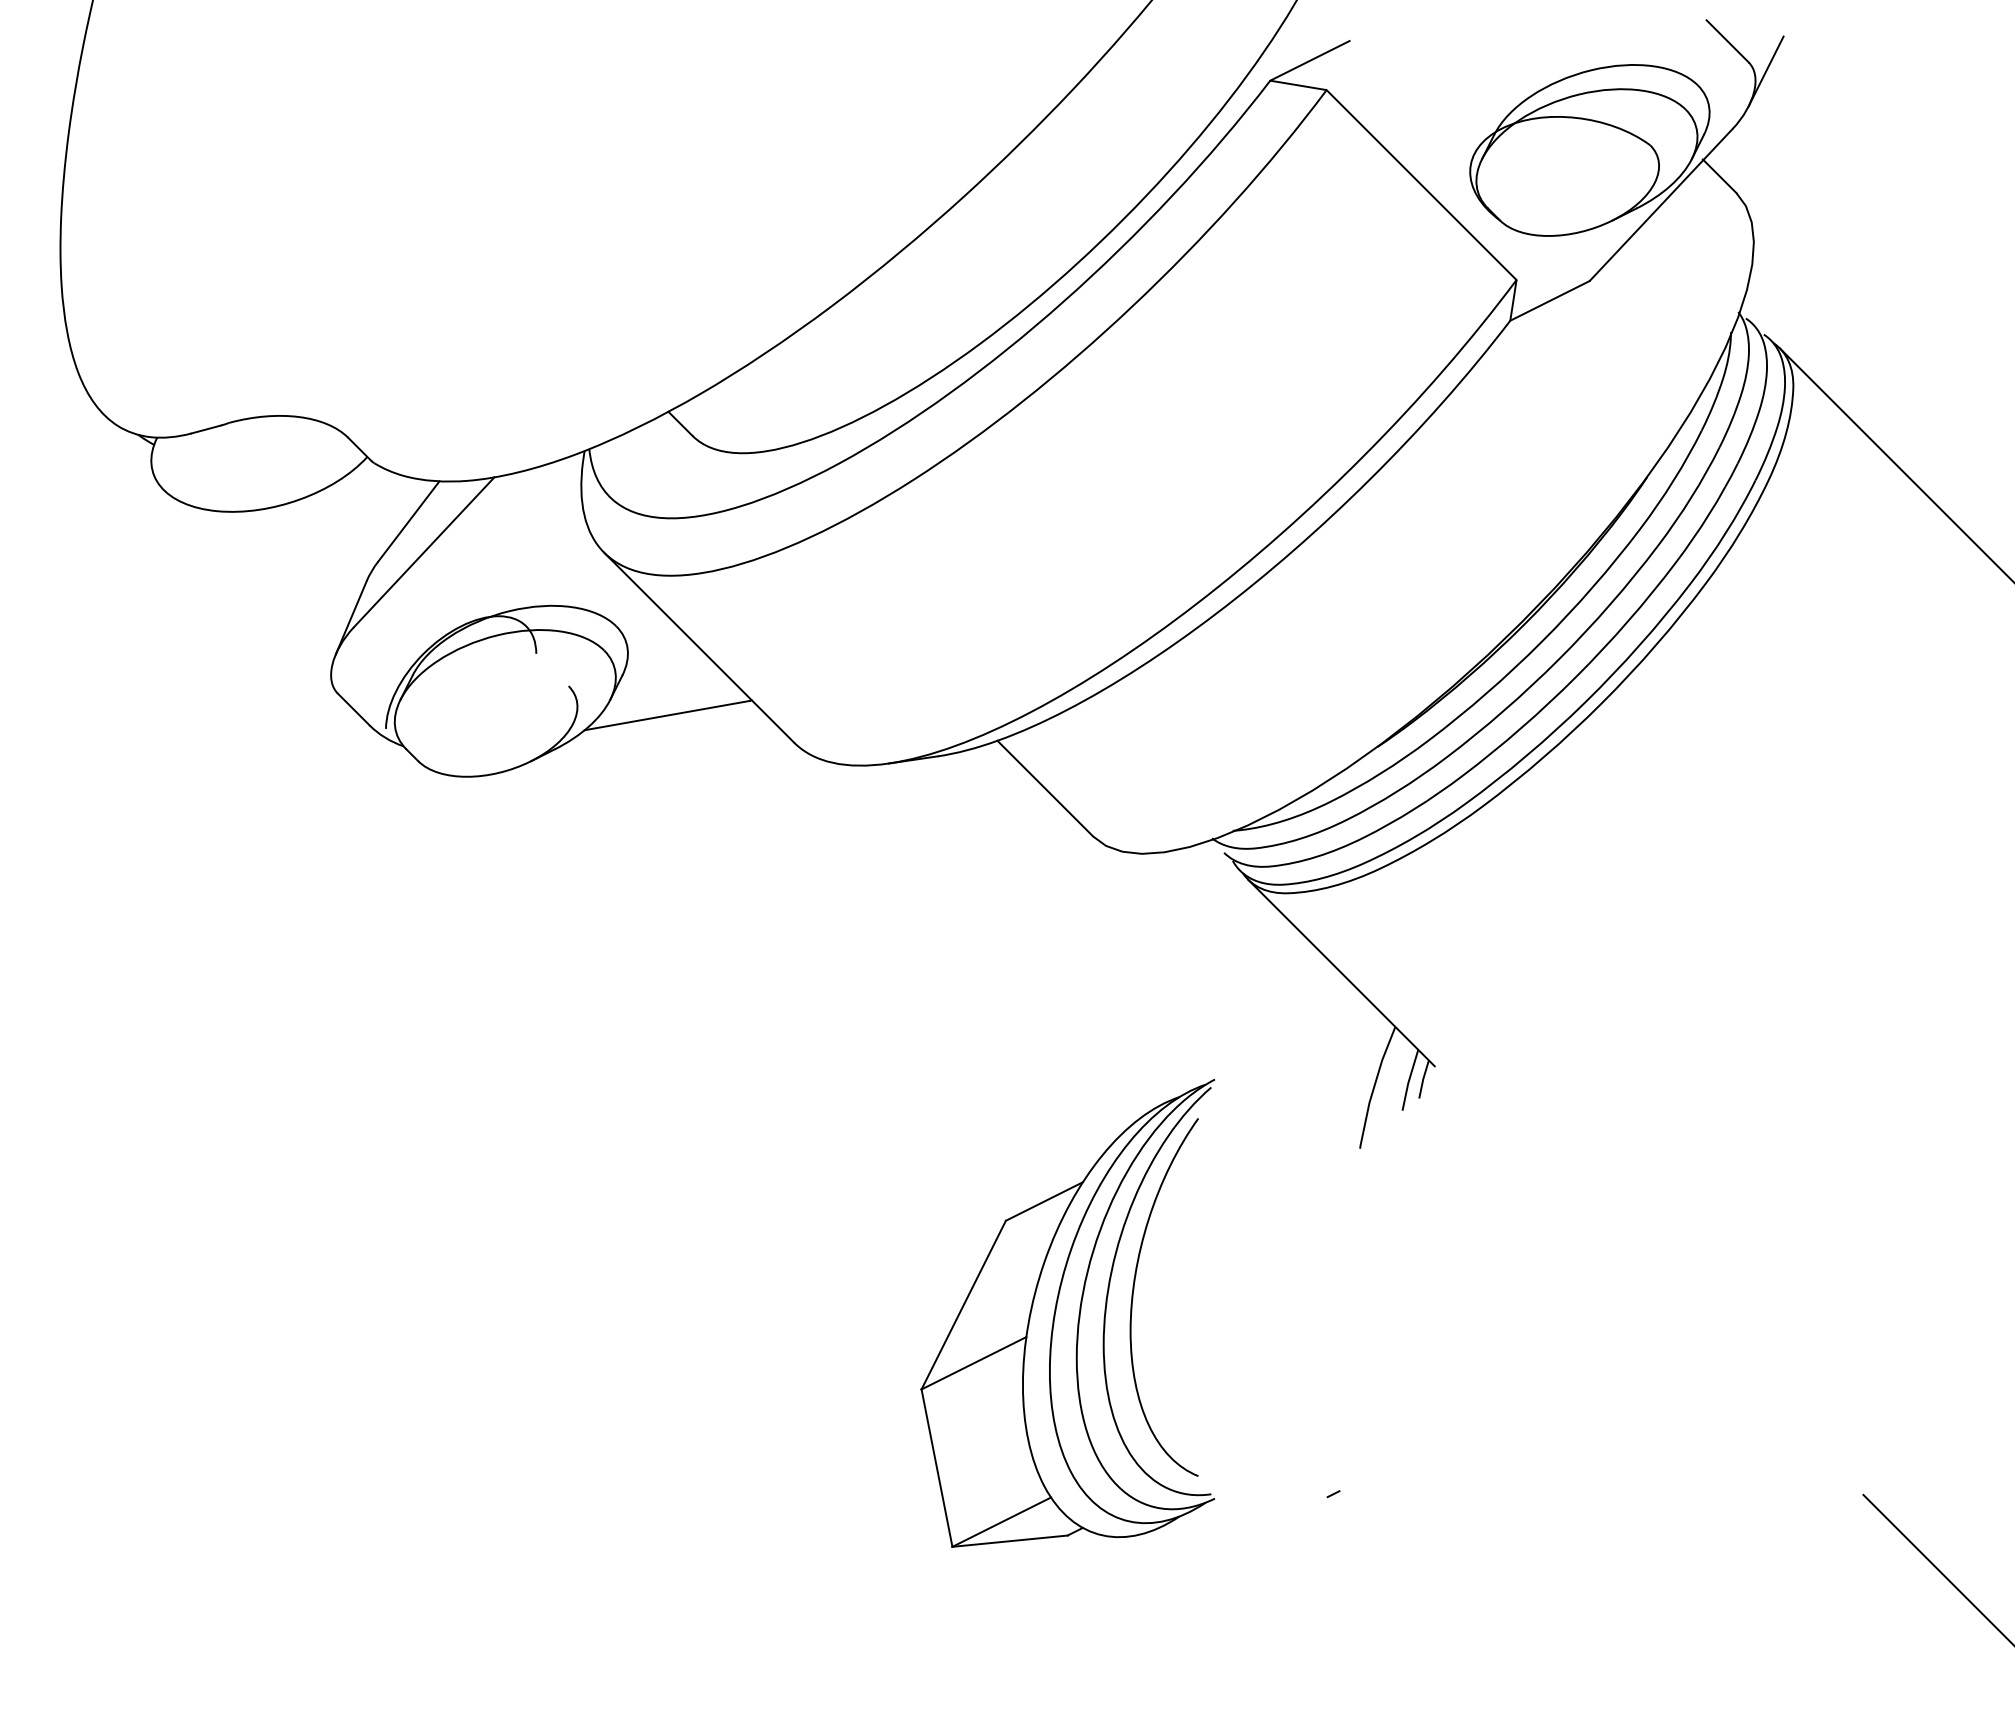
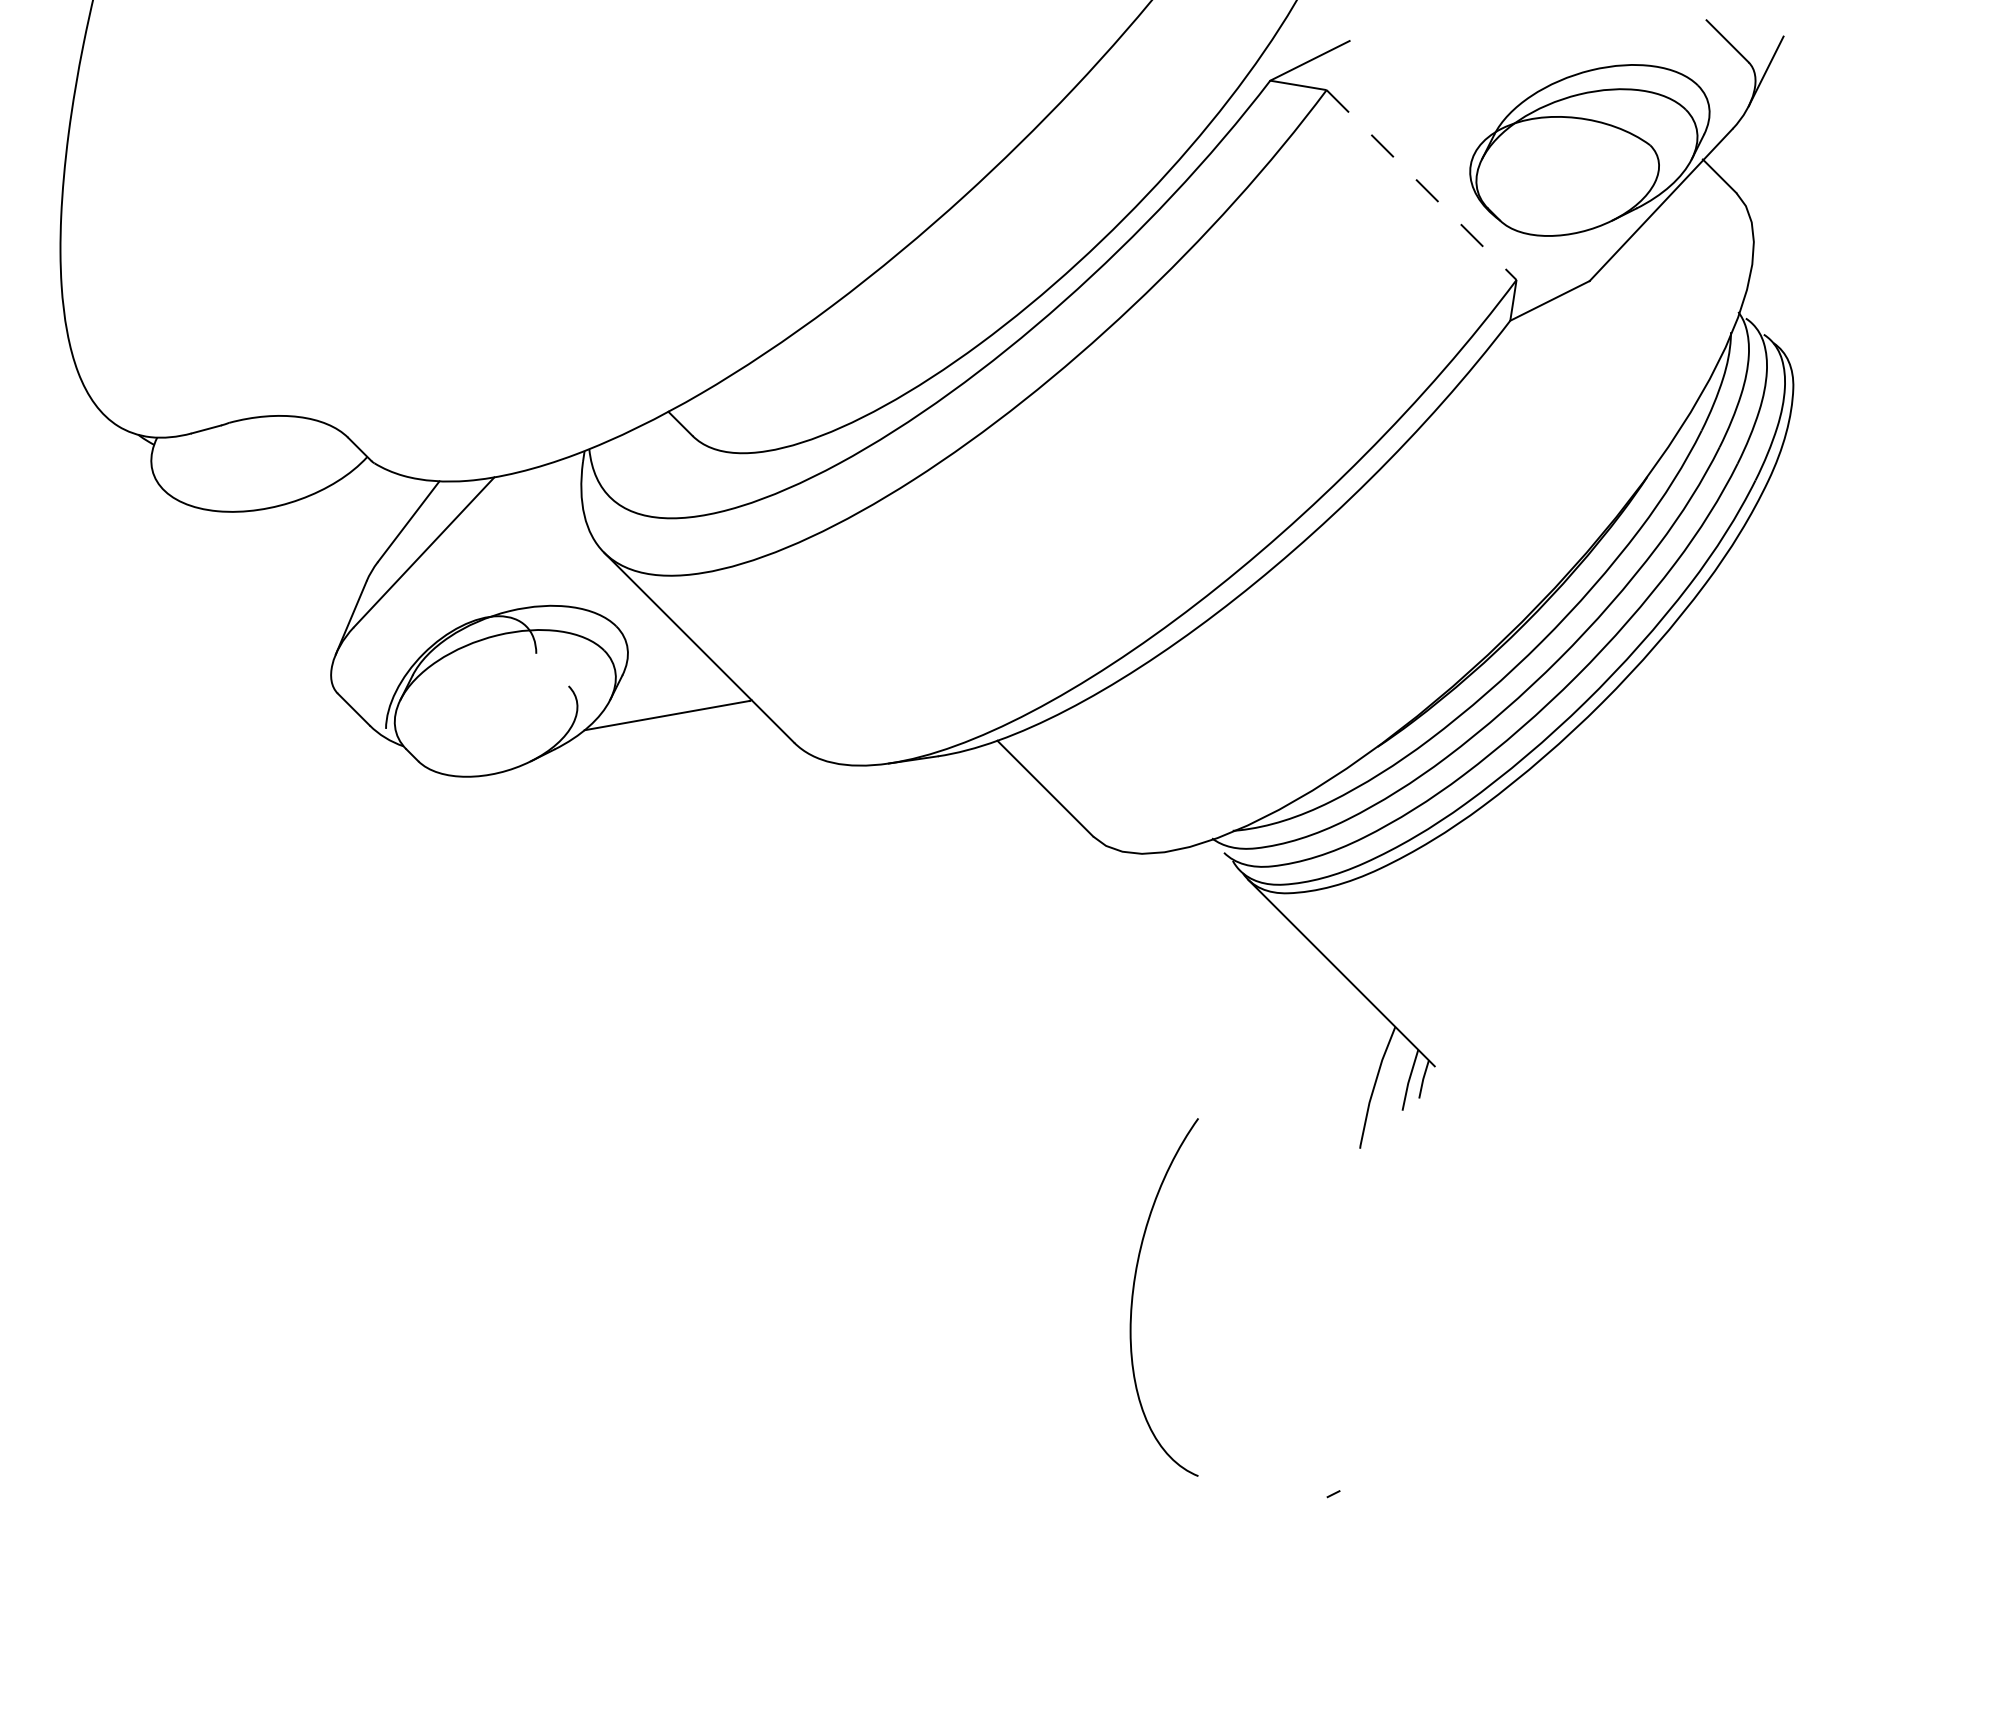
line at (1421, 185): solid -> dashed
line at (1895, 463): present -> none
part at (1067, 1312): present -> none
line at (1937, 1568): present -> none
